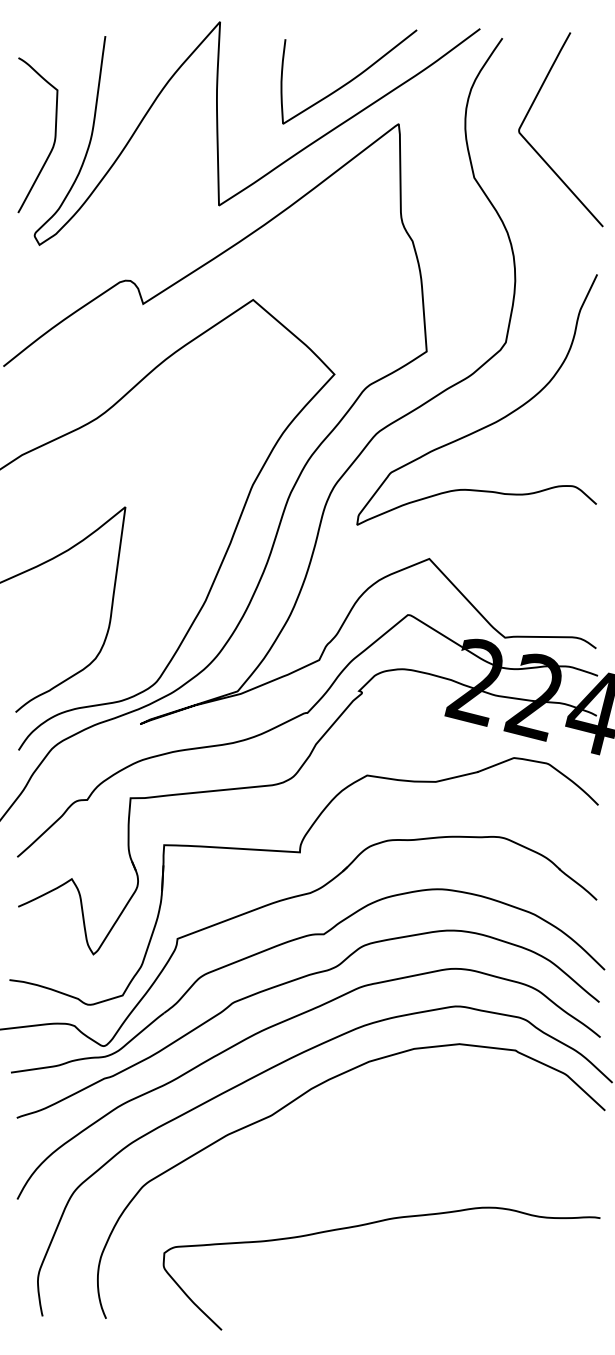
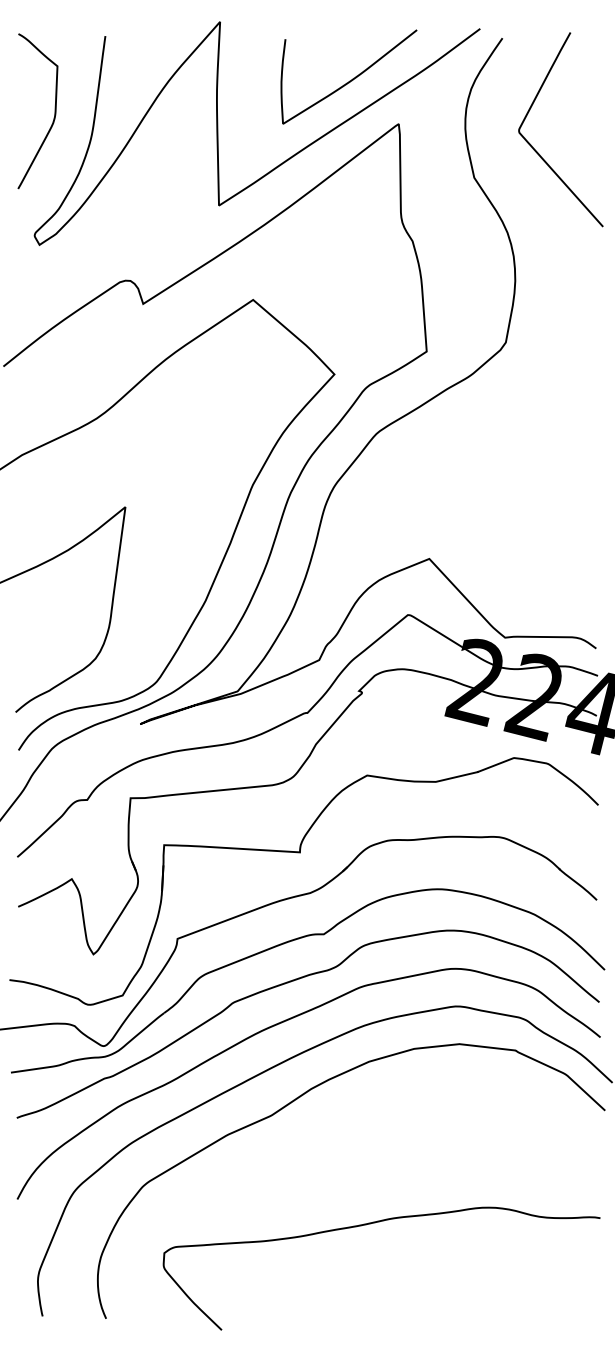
curve at (54, 135) position: (54, 135) -> (54, 111)
curve at (488, 424): present -> none
